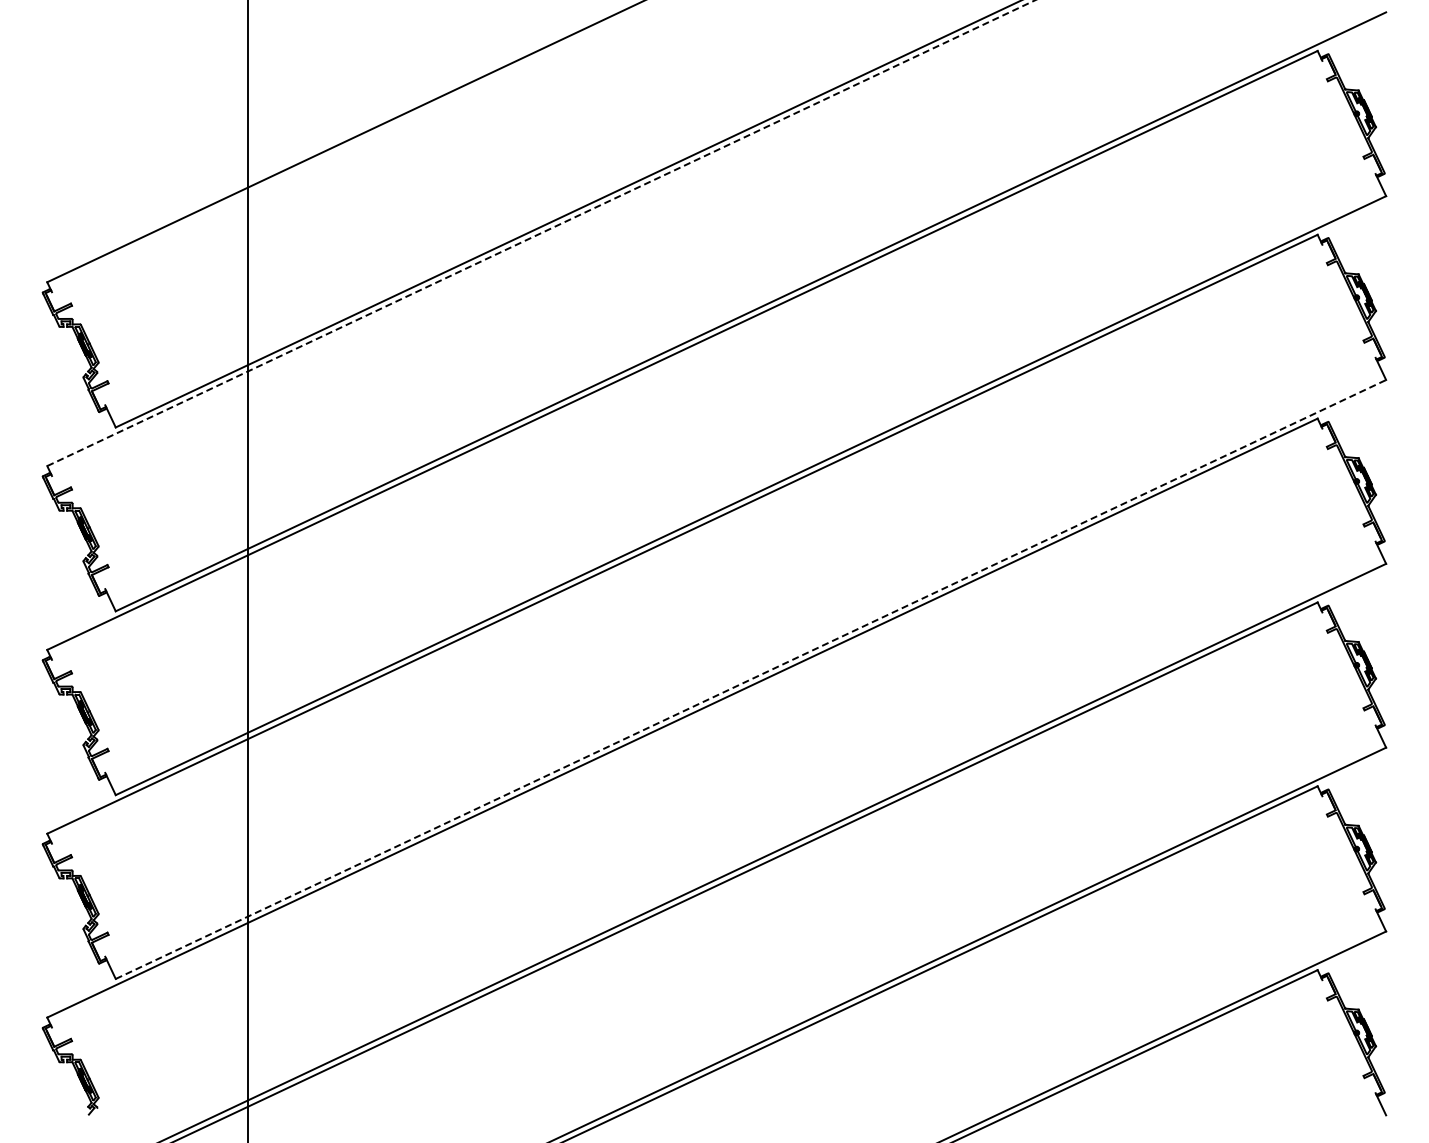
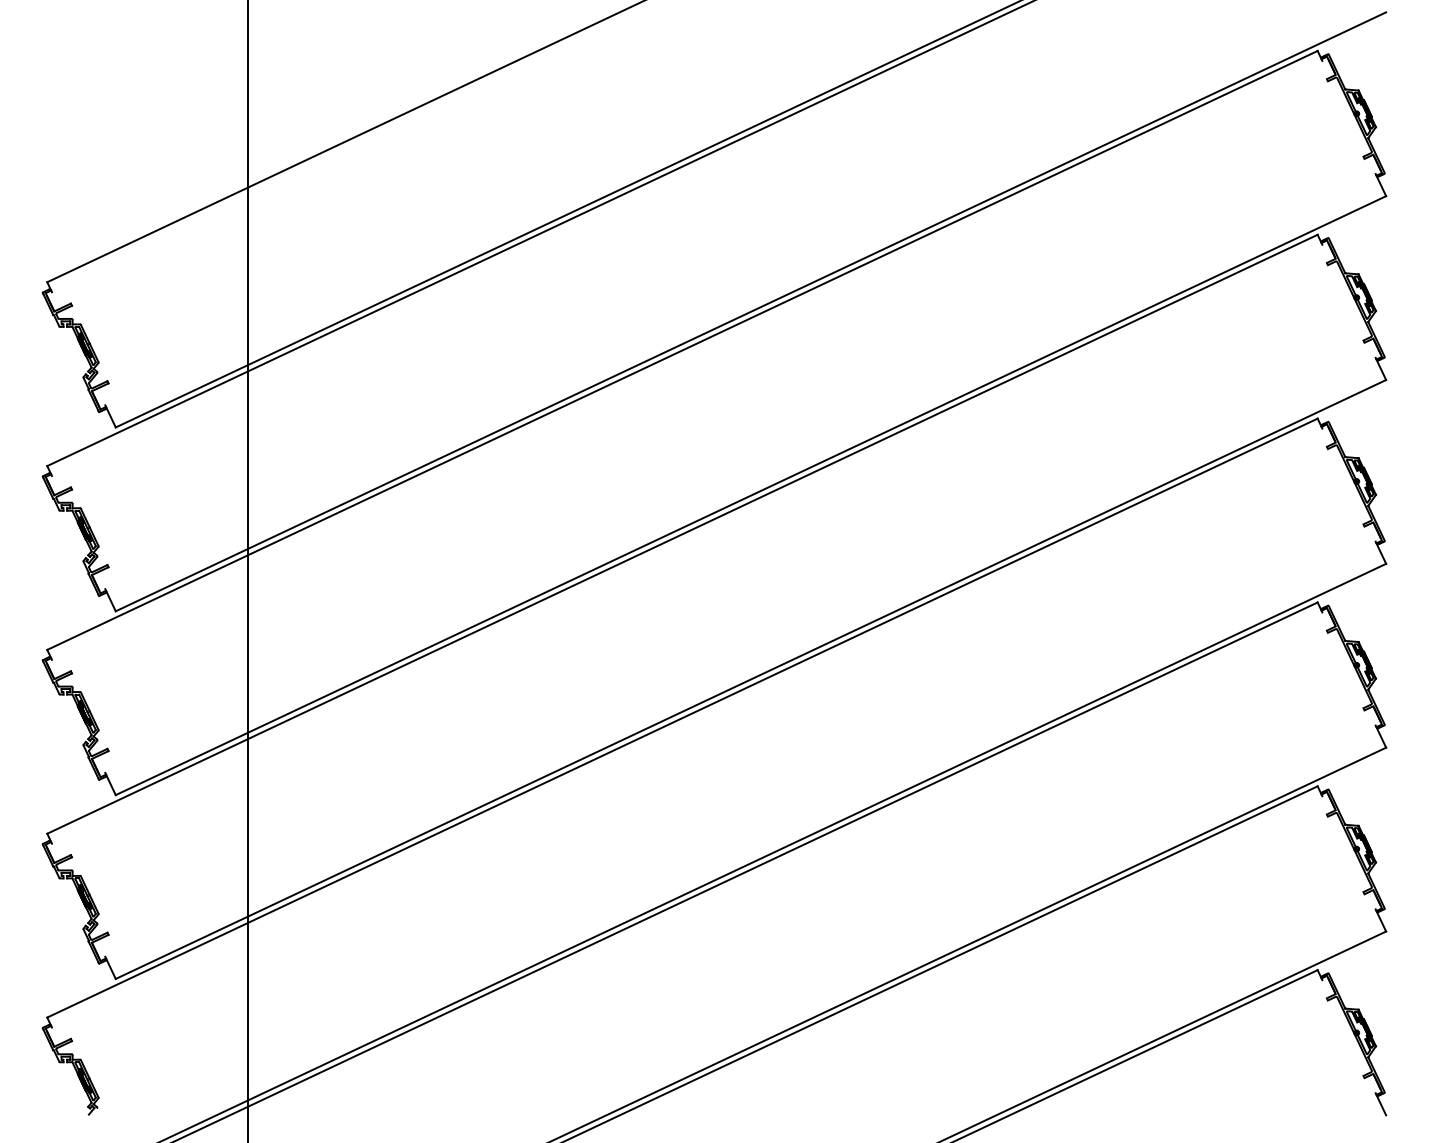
line at (541, 232): dashed -> solid
line at (751, 679): dashed -> solid
